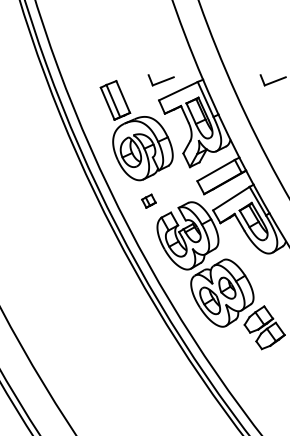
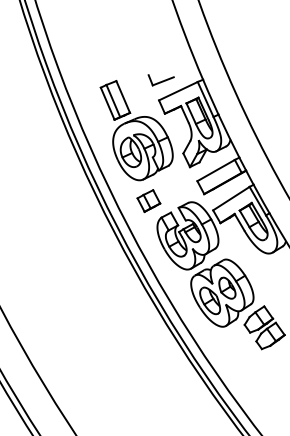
part at (272, 80): present -> none
part at (148, 200) size: 16x16 px -> 26x25 px
